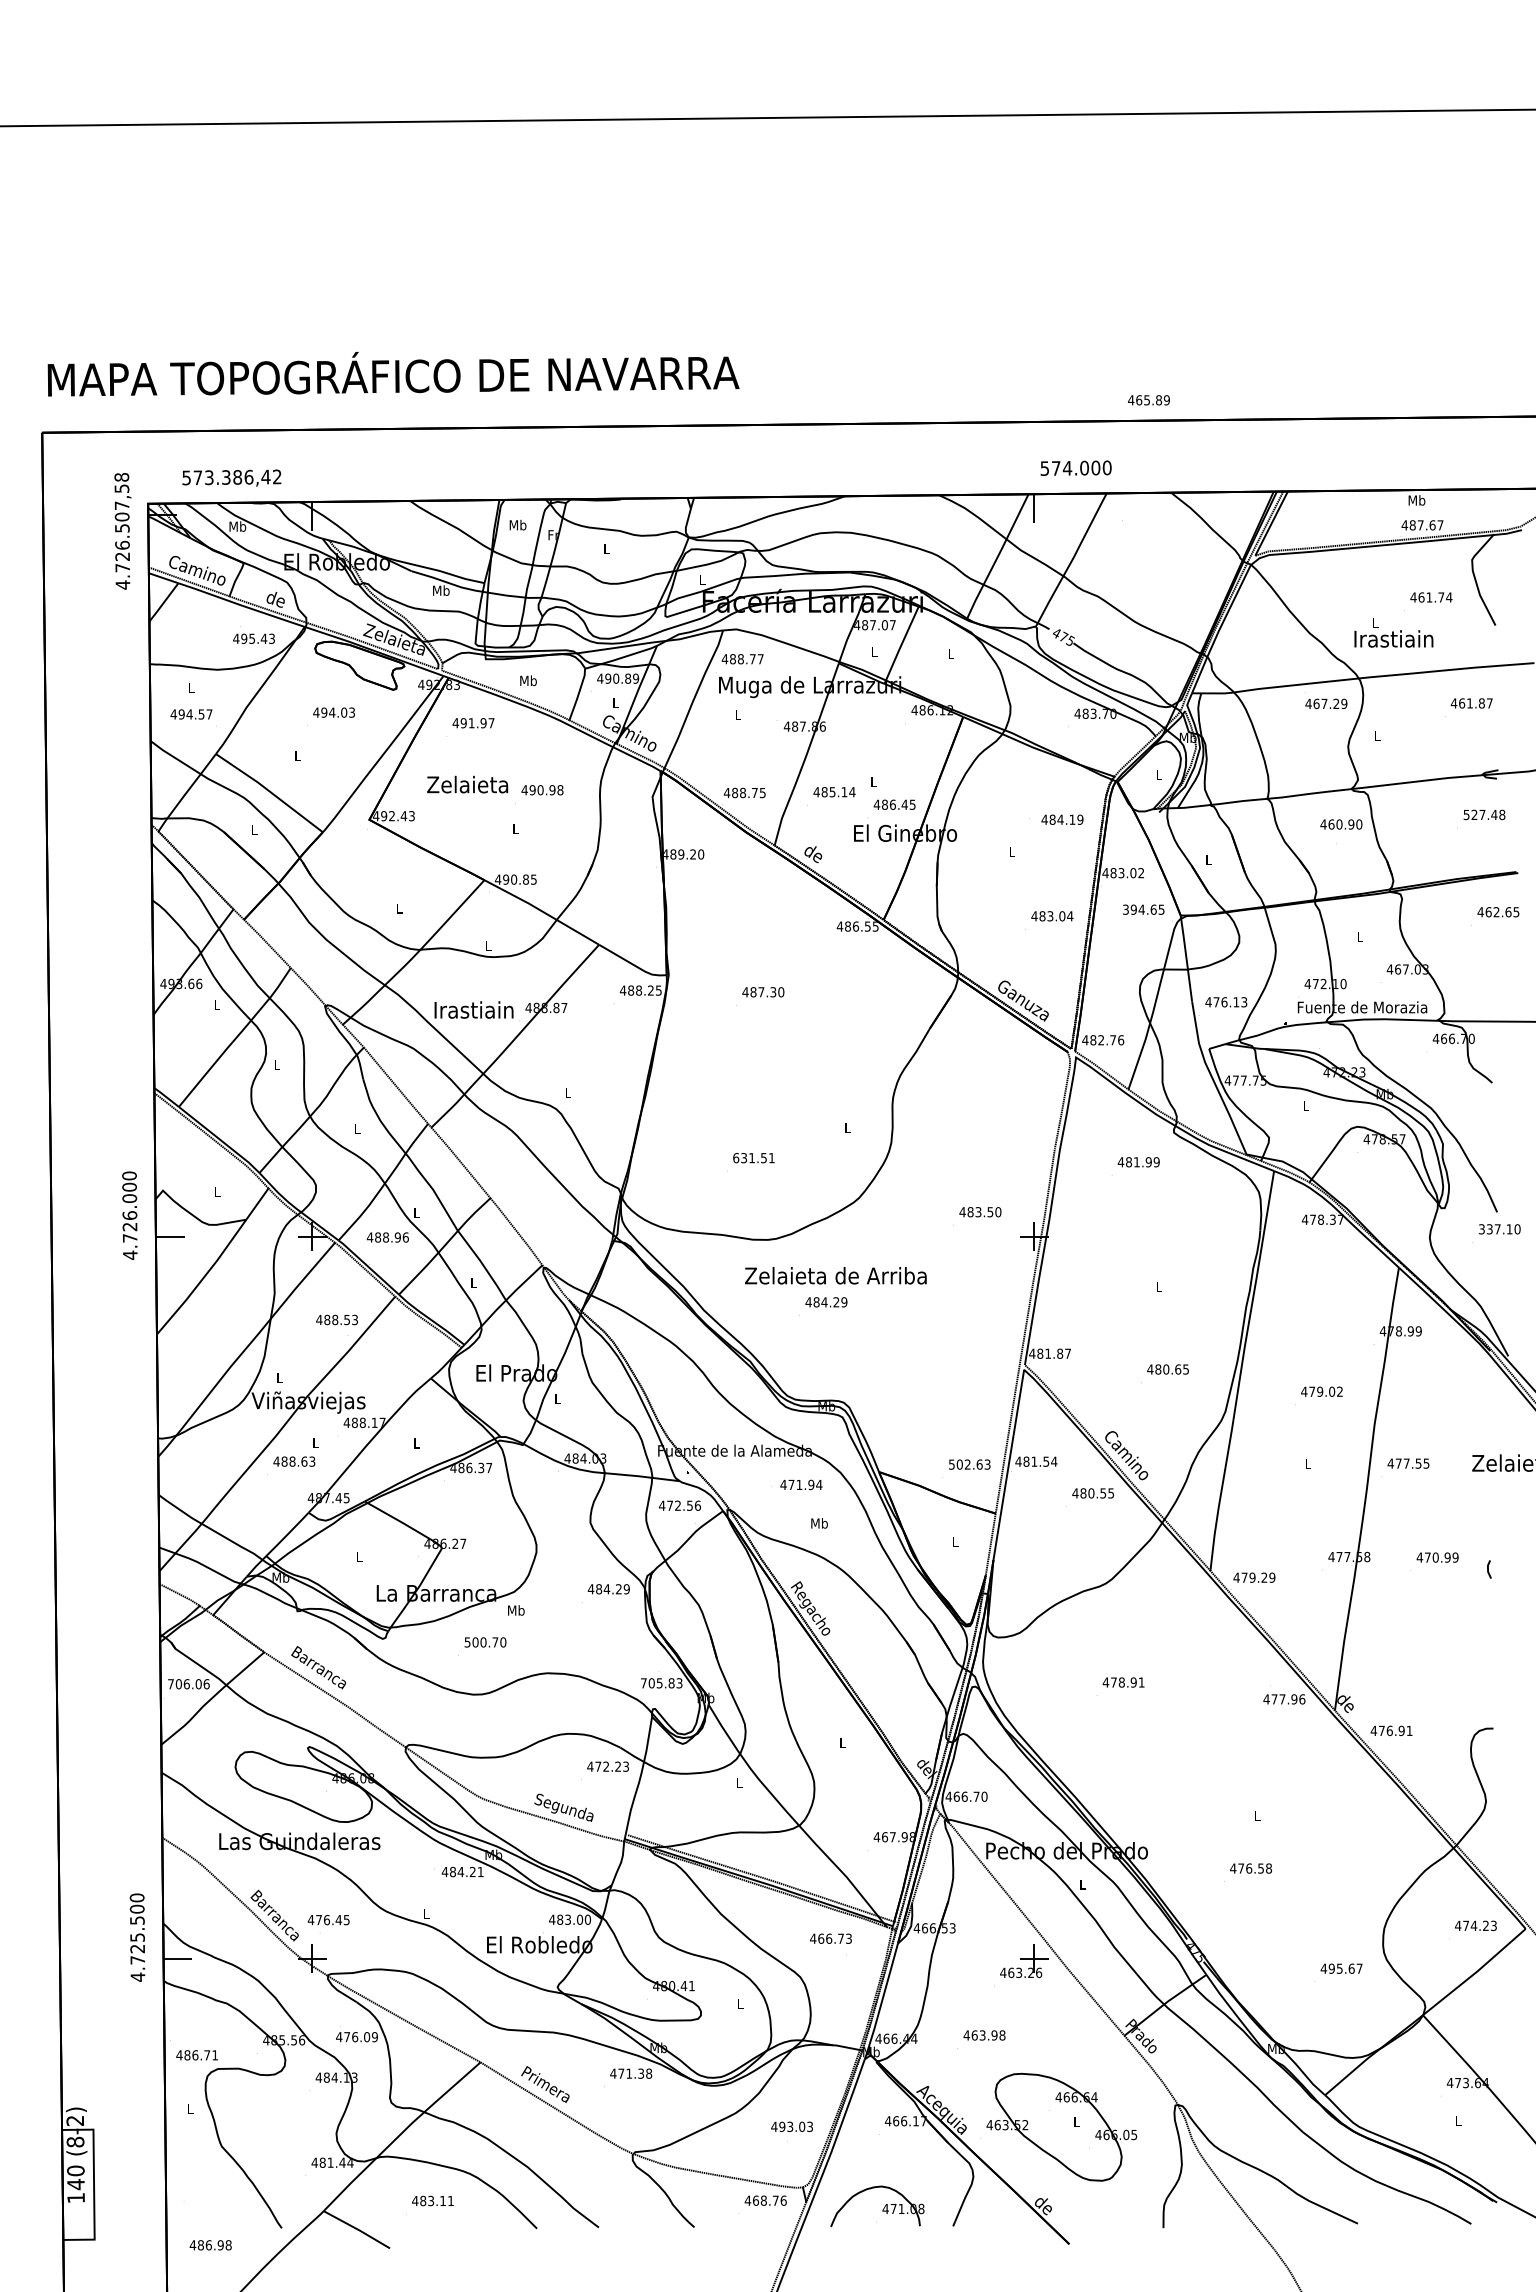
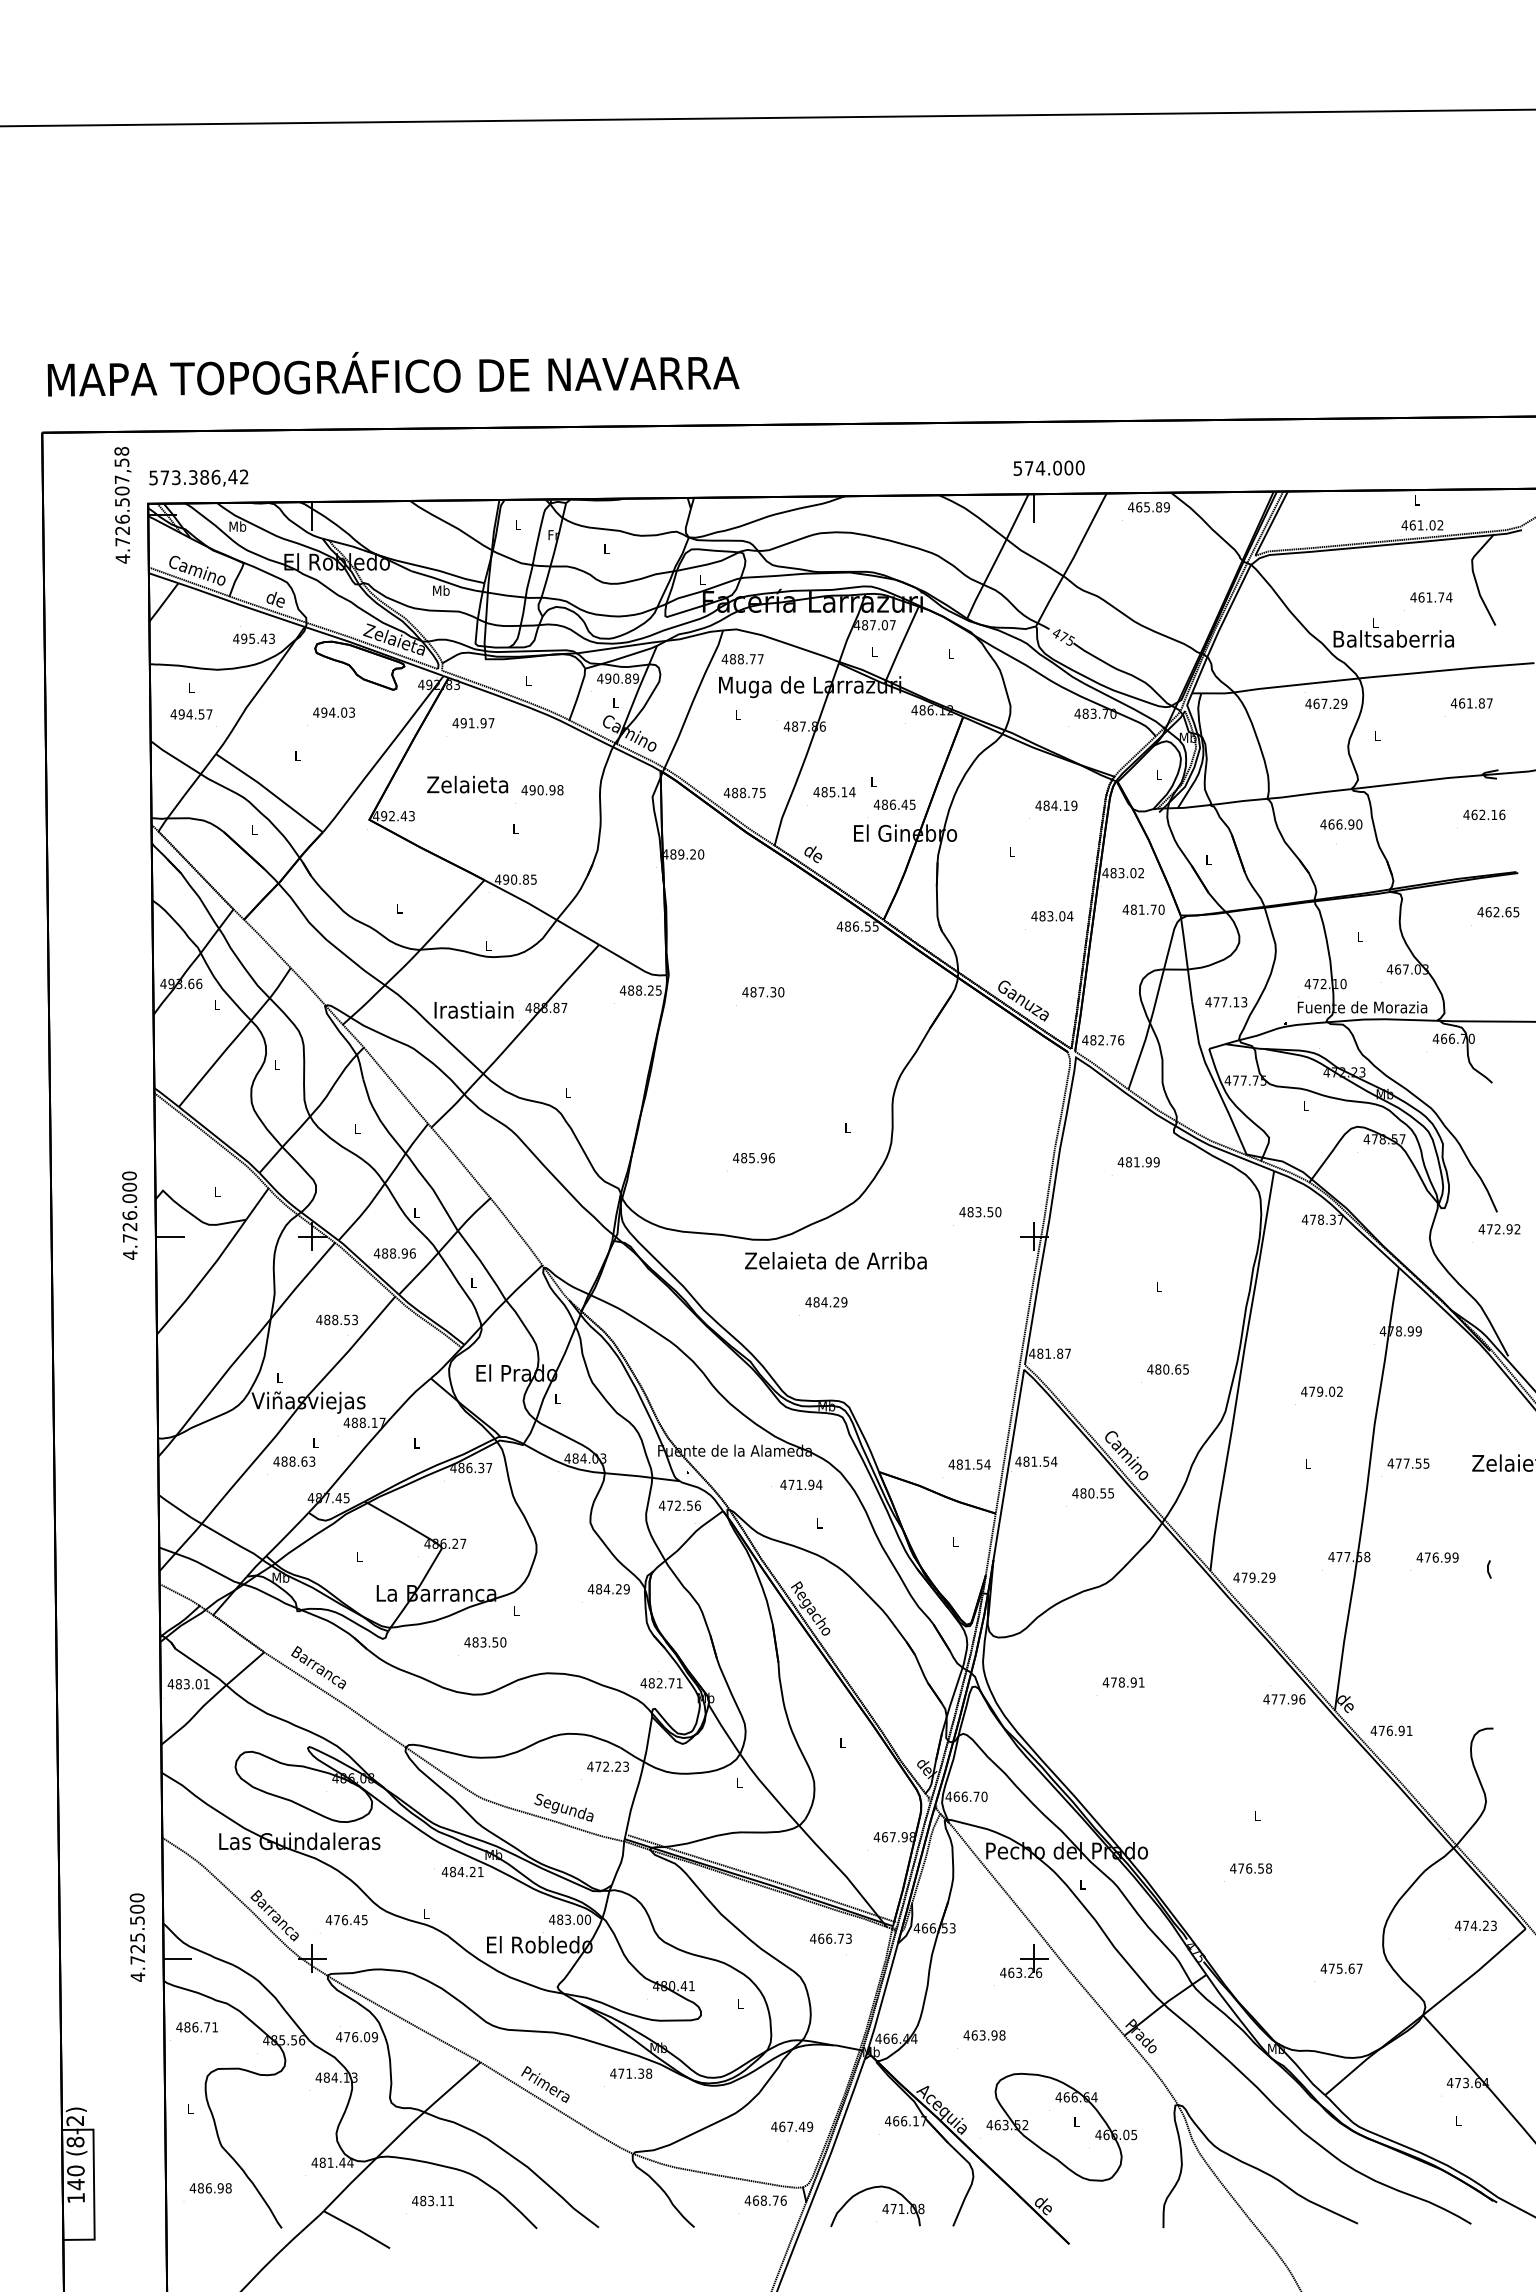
text at (1148, 400) position: (1148, 400) -> (1148, 507)
text at (1075, 467) position: (1075, 467) -> (1048, 467)
text at (231, 477) position: (231, 477) -> (198, 477)
text at (1416, 500): Mb -> L
text at (517, 524): Mb -> L
text at (1426, 525): 487.67 -> 461.02
text at (122, 531) position: (122, 531) -> (122, 505)
text at (1393, 638): Irastiain -> Baltsaberria
text at (528, 680): Mb -> L
text at (1484, 814): 527.48 -> 462.16
text at (1062, 819) position: (1062, 819) -> (1056, 805)
text at (1339, 824): 460.90 -> 466.90
text at (1143, 909): 394.65 -> 481.70
text at (1224, 1002): 476.13 -> 477.13
text at (753, 1158): 631.51 -> 485.96
text at (1499, 1229): 337.10 -> 472.92
text at (387, 1237) position: (387, 1237) -> (394, 1253)
text at (835, 1275) position: (835, 1275) -> (835, 1260)
text at (969, 1464): 502.63 -> 481.54
text at (819, 1523): Mb -> L
text at (1435, 1557): 470.99 -> 476.99
text at (516, 1610): Mb -> L
text at (481, 1642): 500.70 -> 483.50
text at (661, 1683): 705.83 -> 482.71
text at (188, 1684): 706.06 -> 483.01
text at (328, 1920) position: (328, 1920) -> (346, 1920)
text at (1331, 1968): 495.67 -> 475.67
text at (196, 2055) position: (196, 2055) -> (196, 2027)
text at (796, 2126): 493.03 -> 467.49
text at (210, 2245) position: (210, 2245) -> (210, 2188)
